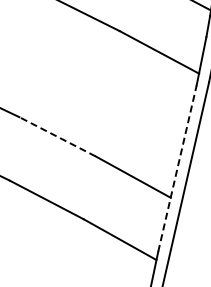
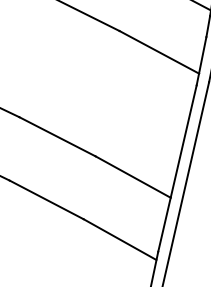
line at (57, 136): dashed -> solid
line at (177, 168): dashed -> solid
